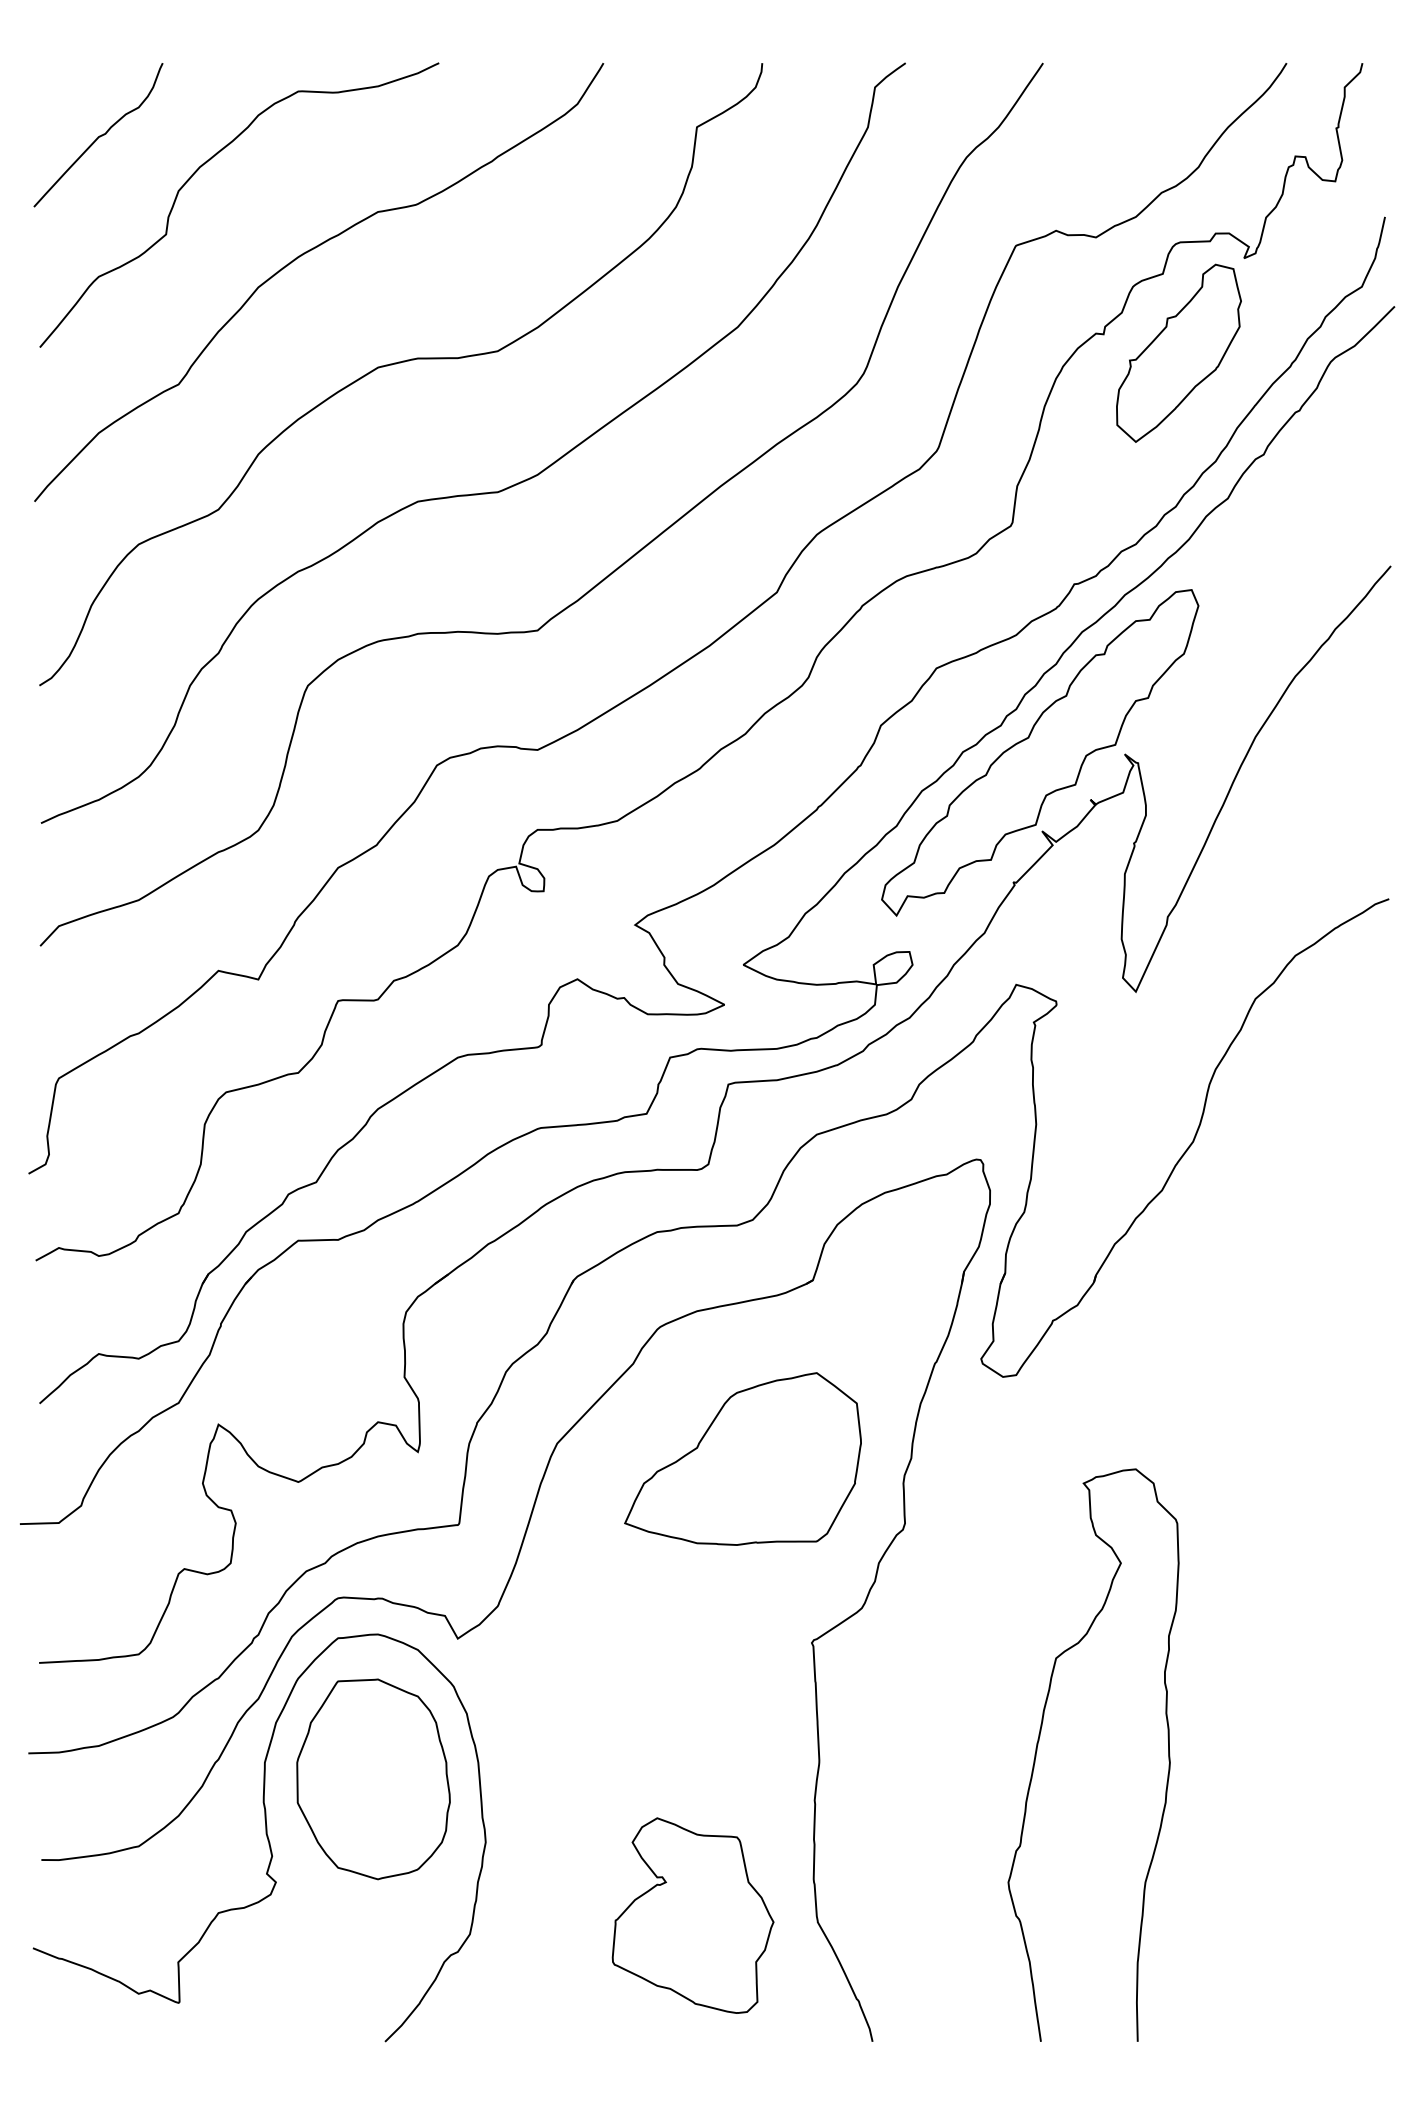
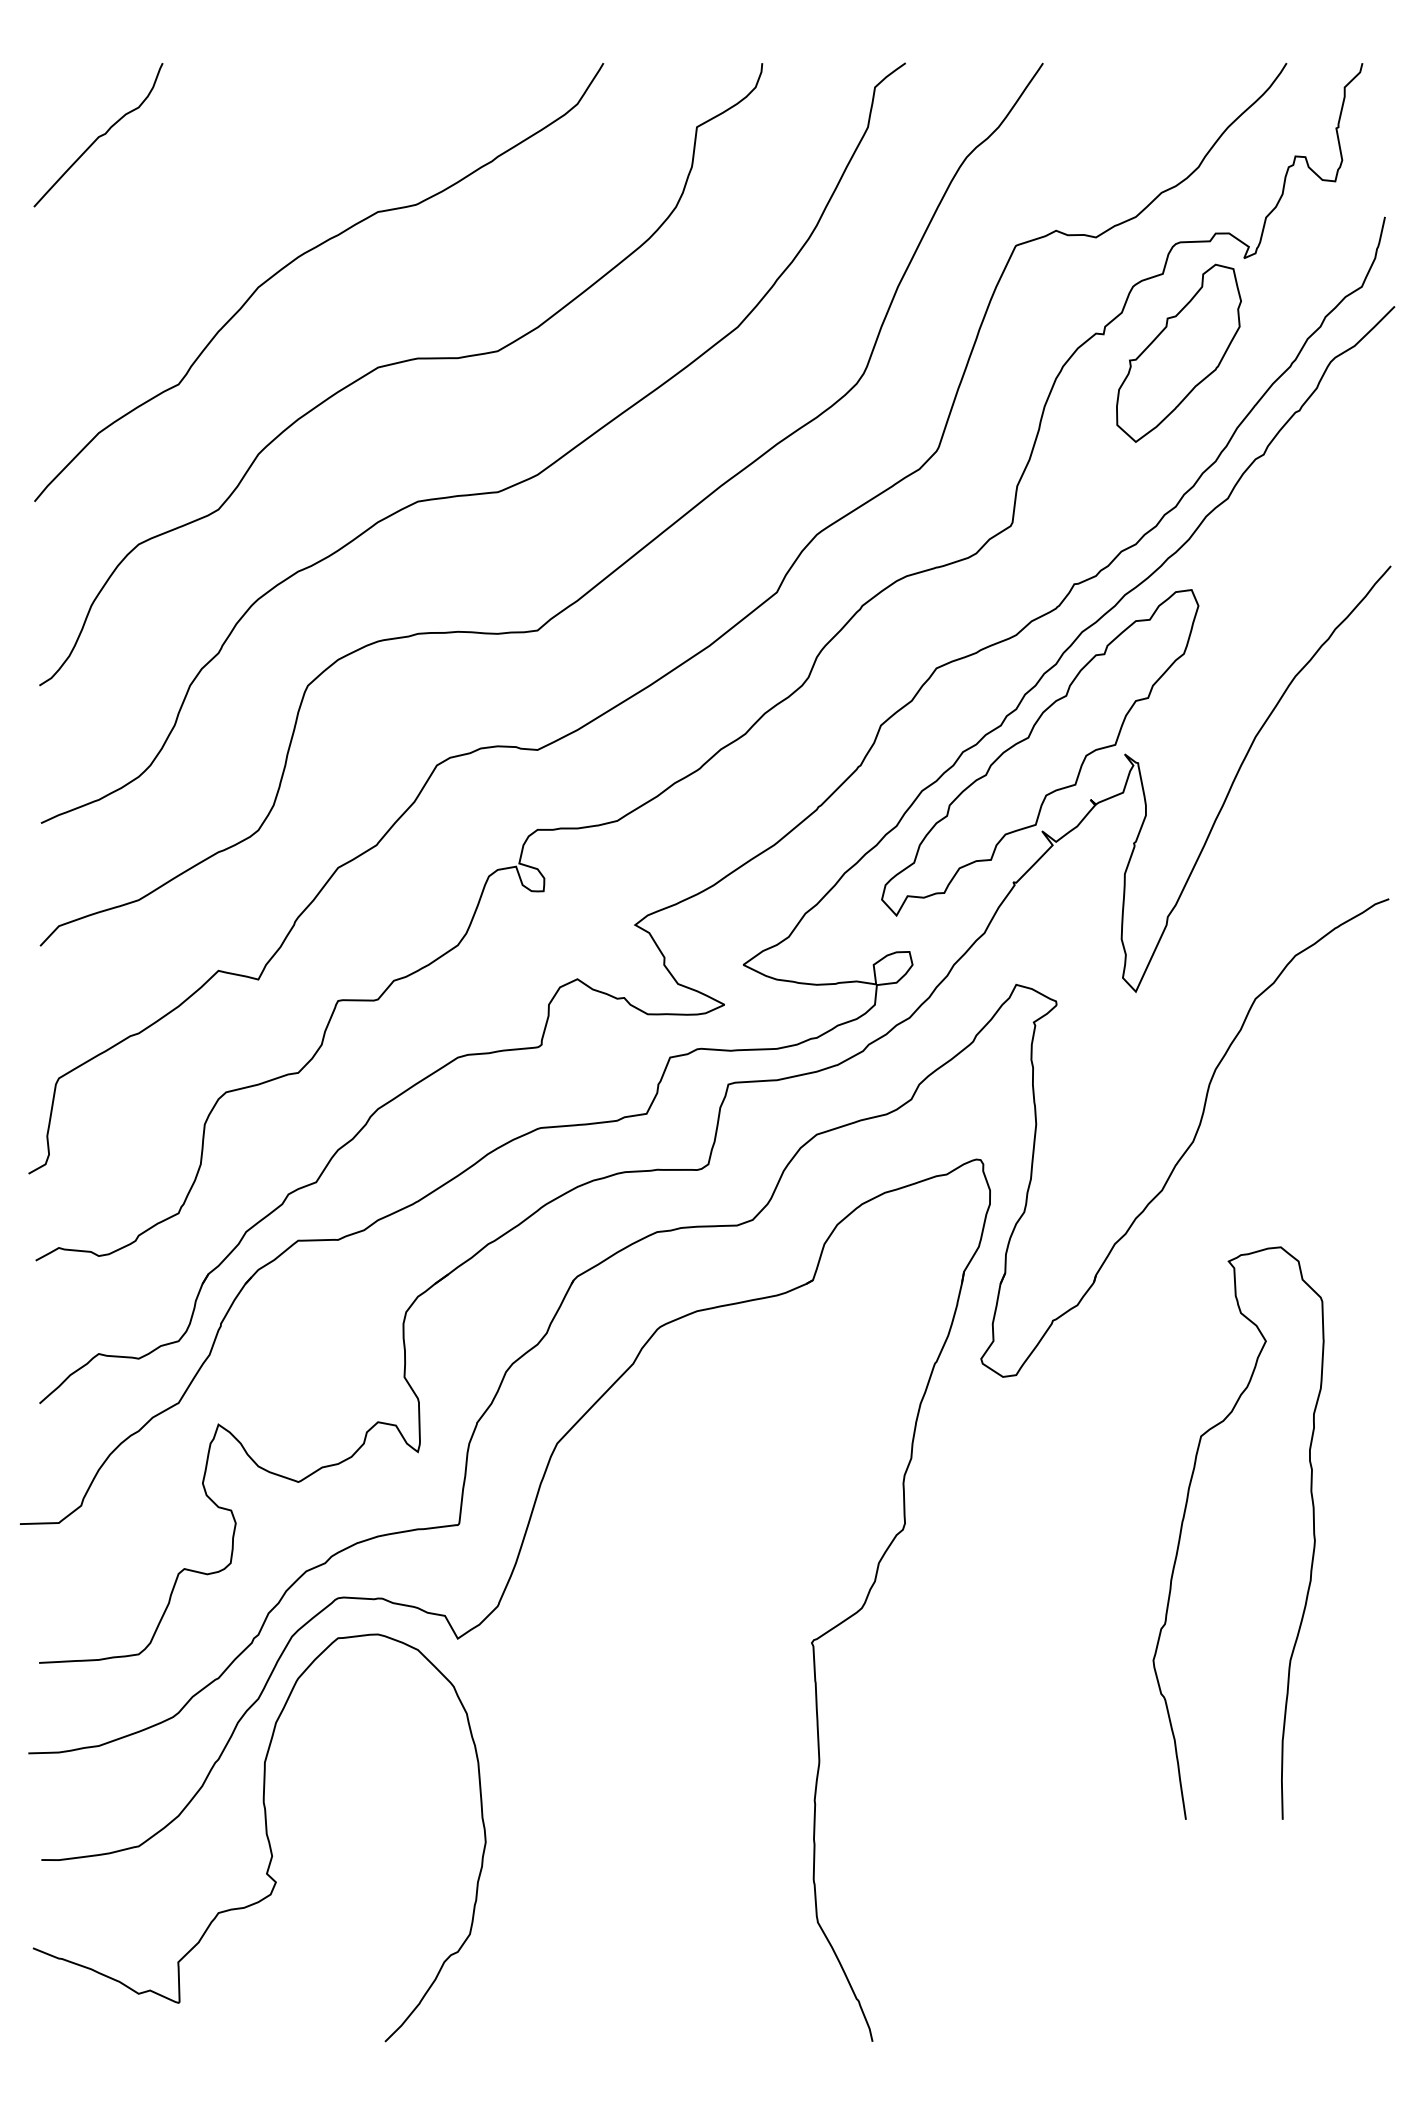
curve at (206, 163): present -> none
part at (742, 1458): present -> none
curve at (1039, 1741) position: (1039, 1741) -> (1184, 1519)
part at (373, 1779): present -> none
part at (692, 1915): present -> none
